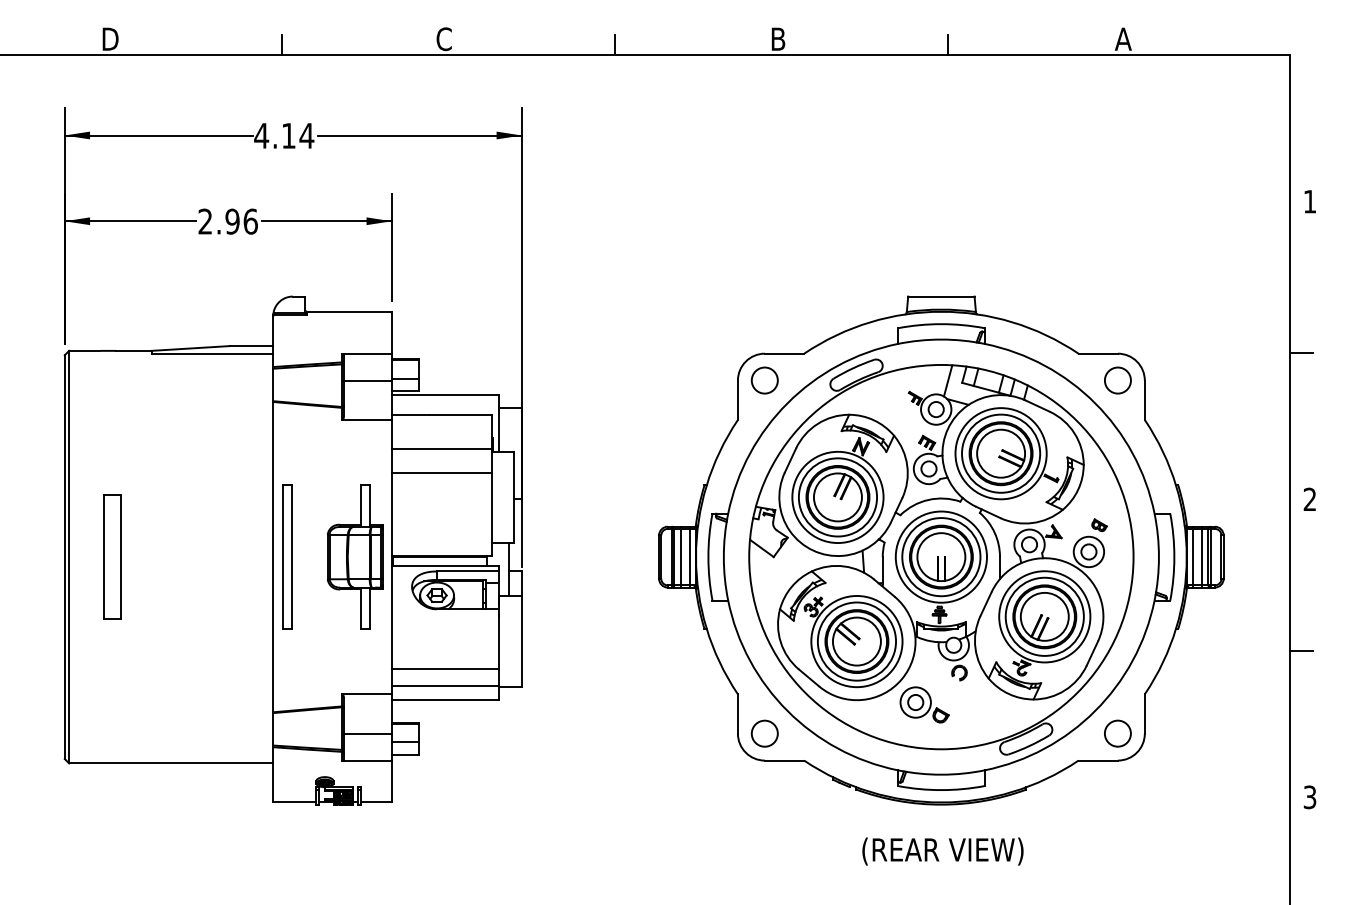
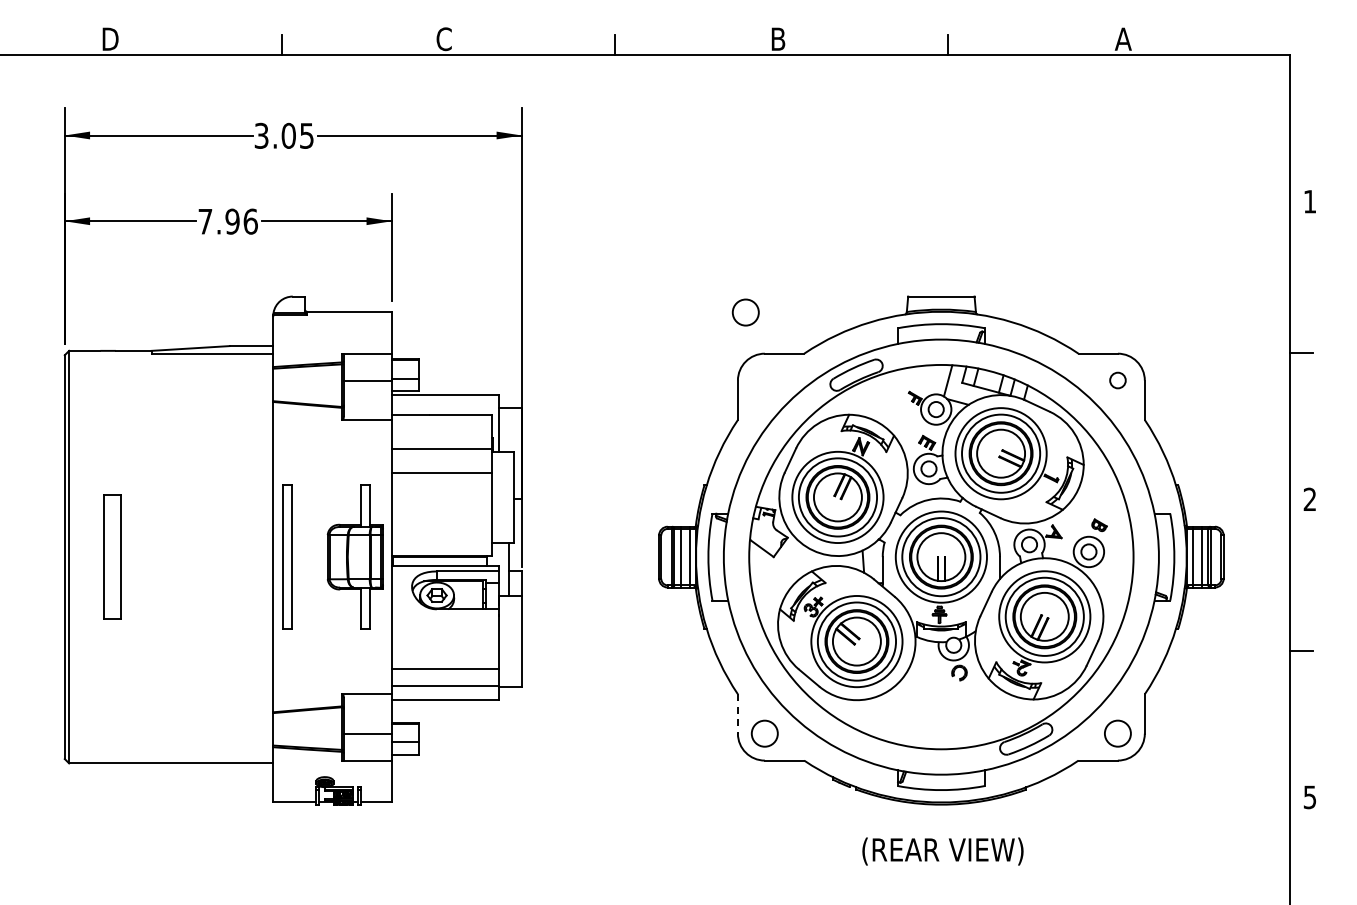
text at (284, 135): 4.14 -> 3.05
text at (205, 221): 2.96 -> 7.96
circle at (764, 380) position: (764, 380) -> (745, 312)
circle at (1117, 380) size: 28x29 px -> 18x19 px
part at (924, 704): present -> none
line at (737, 713): solid -> dashed
text at (1310, 796): 3 -> 5
